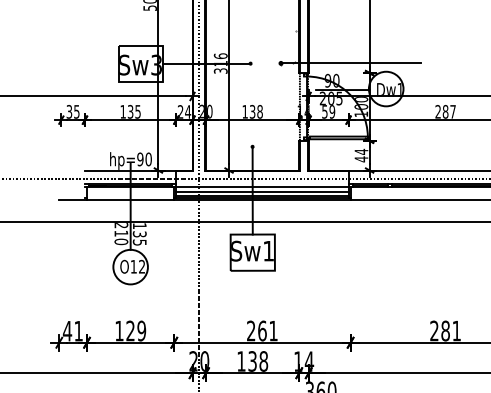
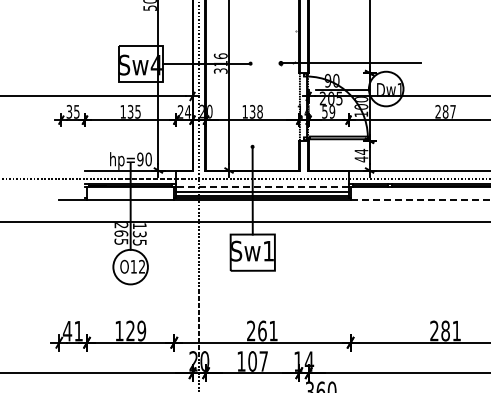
text at (155, 64): Sw3 -> Sw4
line at (261, 187): solid -> dashed
line at (421, 199): solid -> dashed
text at (121, 237): 210 -> 265
text at (258, 361): 138 -> 107
